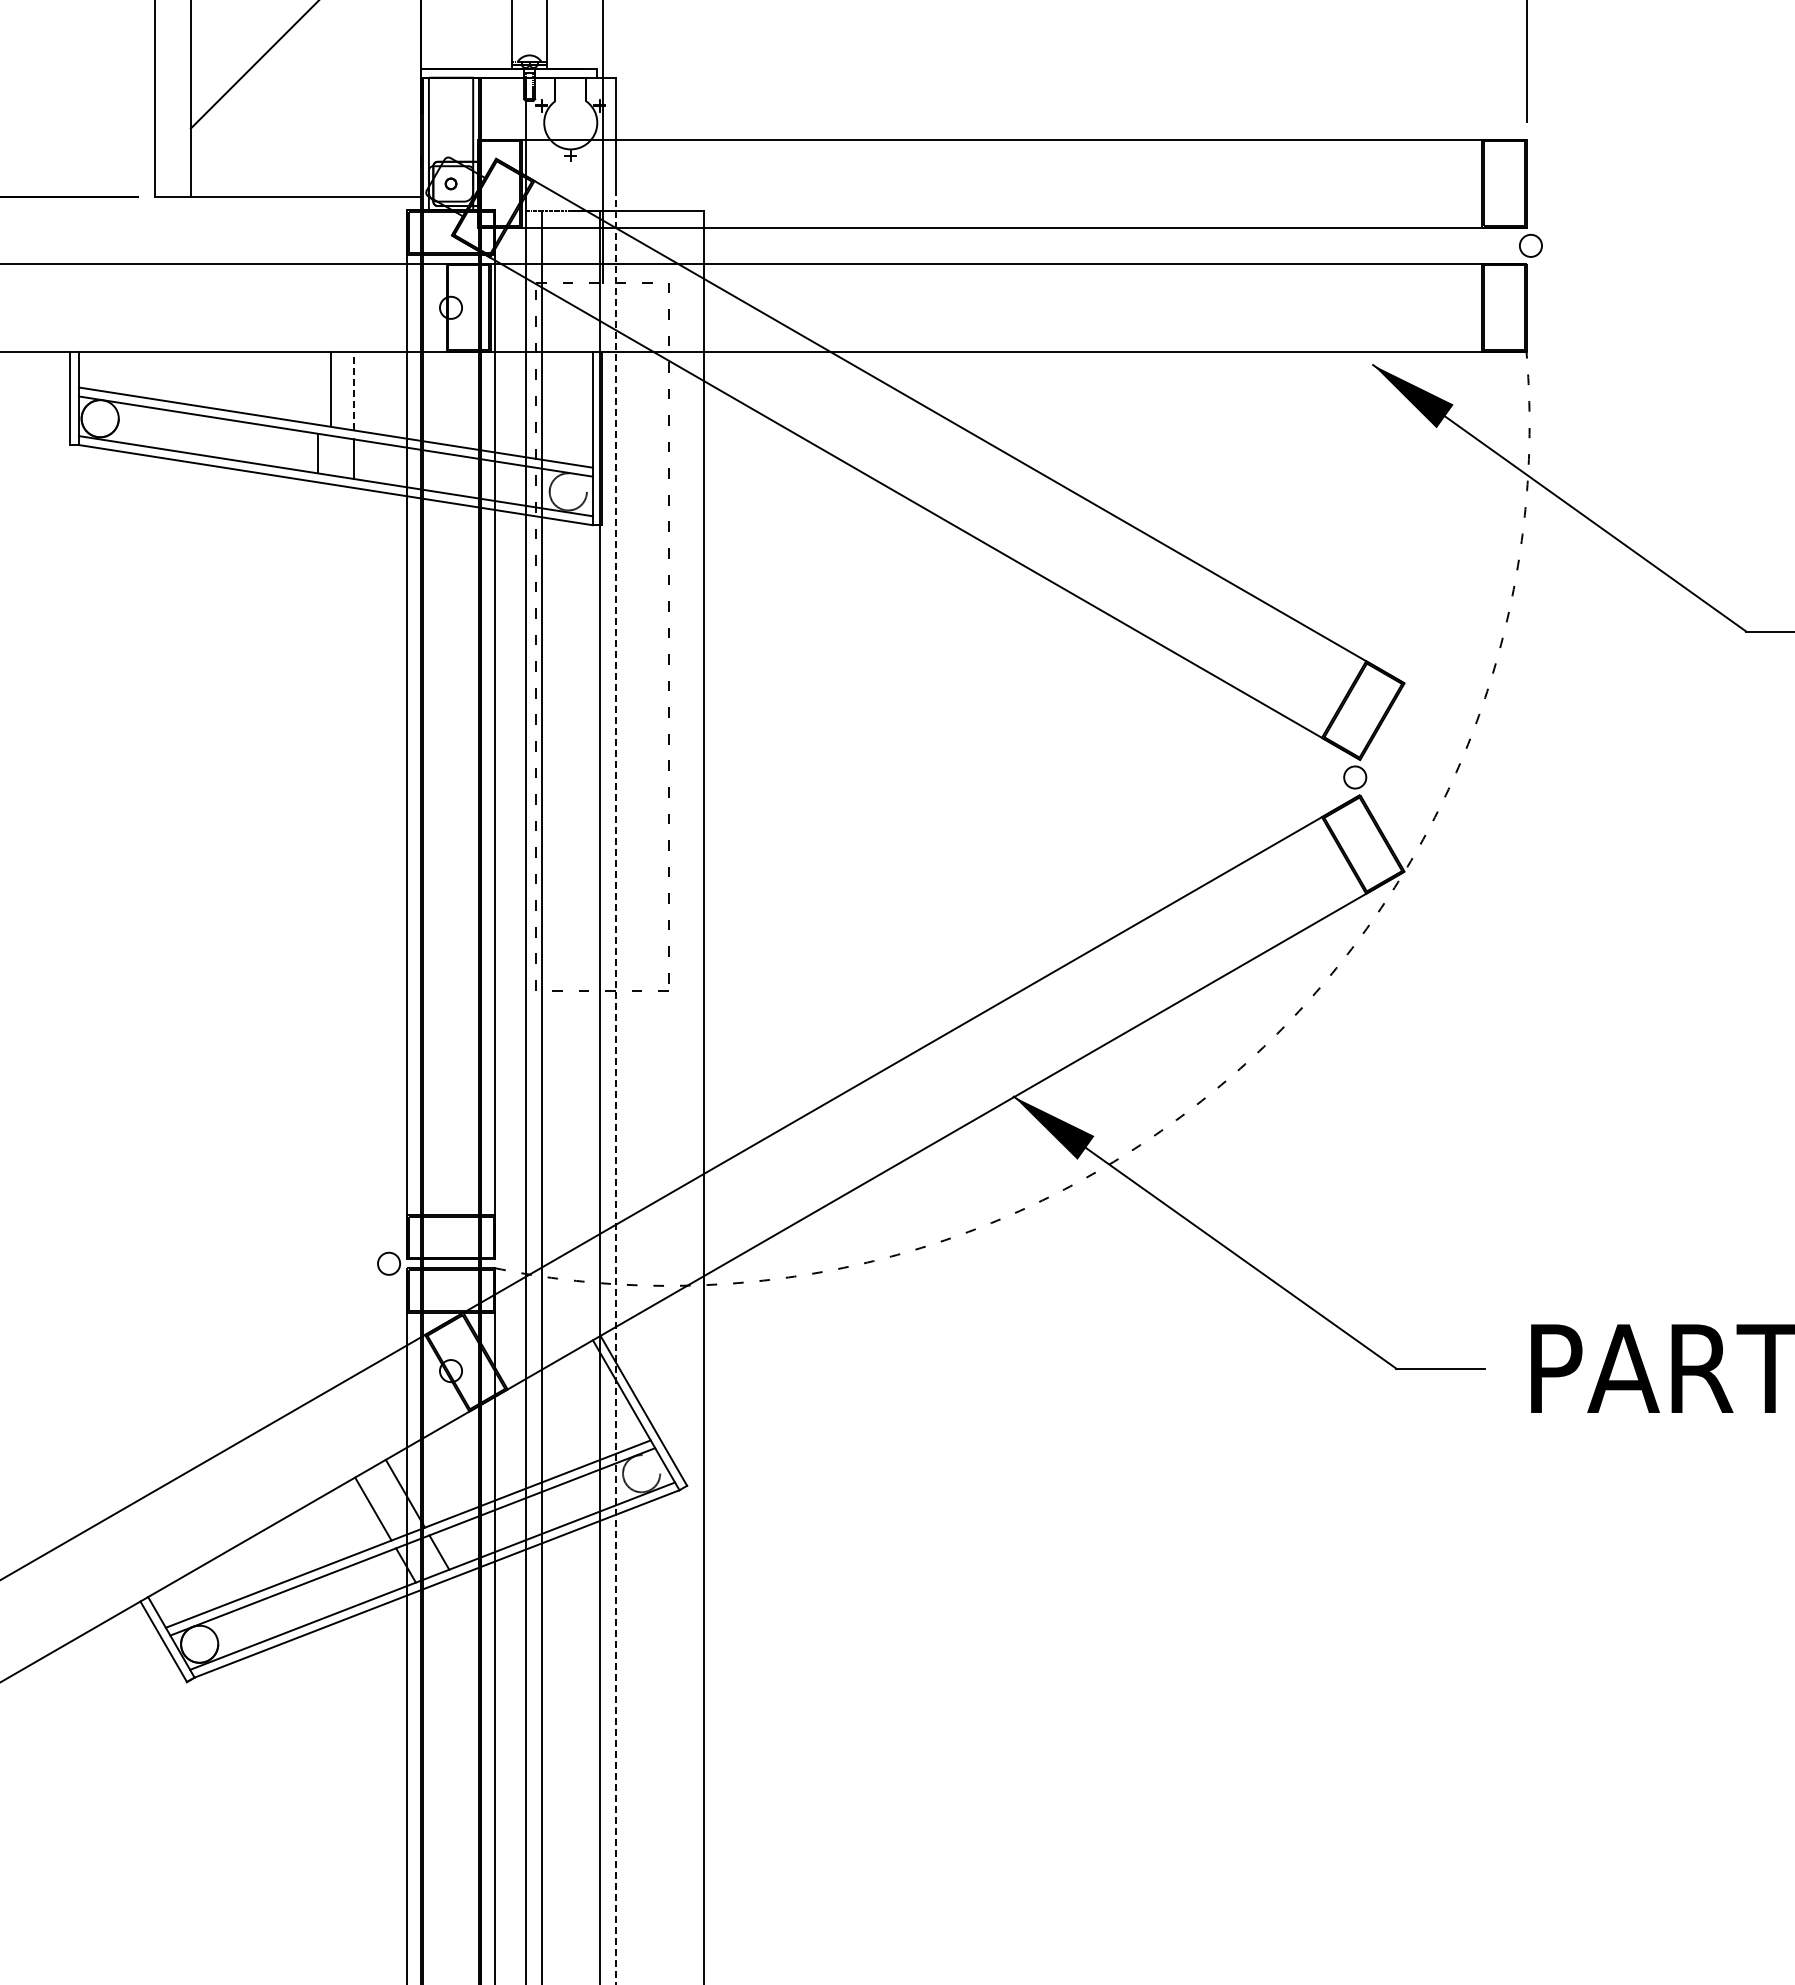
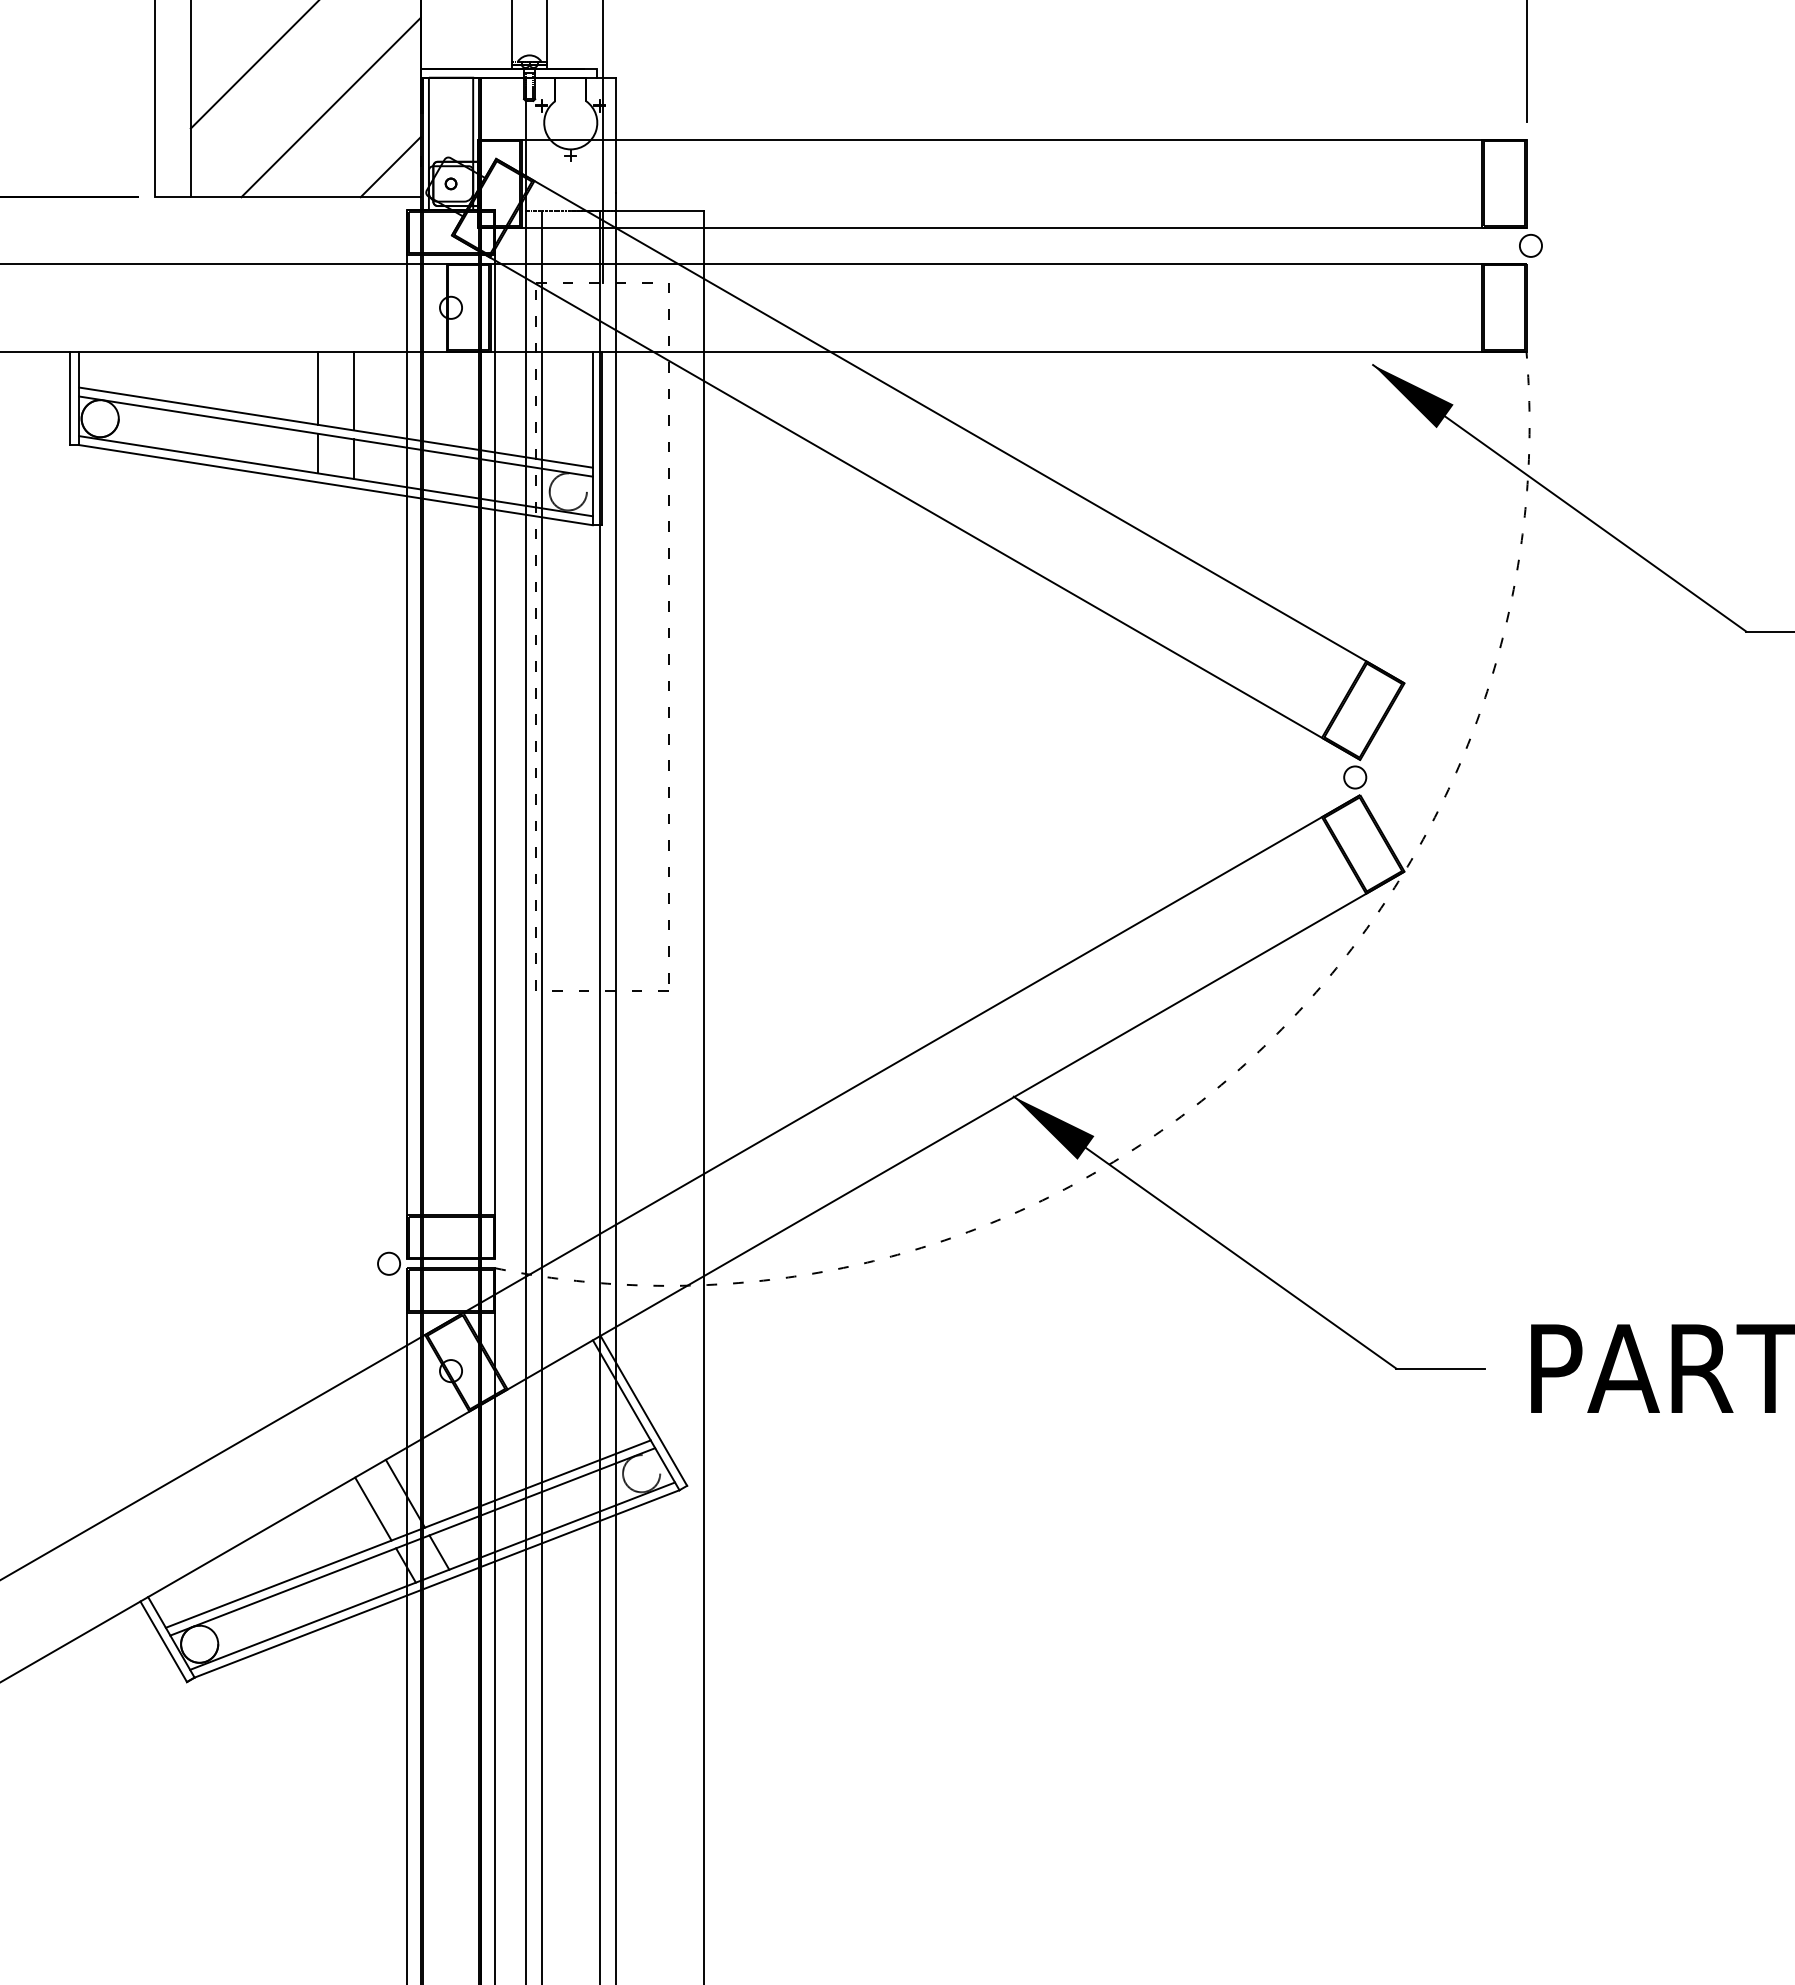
line at (330, 107): none -> present
line at (390, 167): none -> present
line at (331, 388) position: (331, 388) -> (318, 388)
line at (353, 390): dashed -> solid
line at (615, 1088): dashed -> solid
